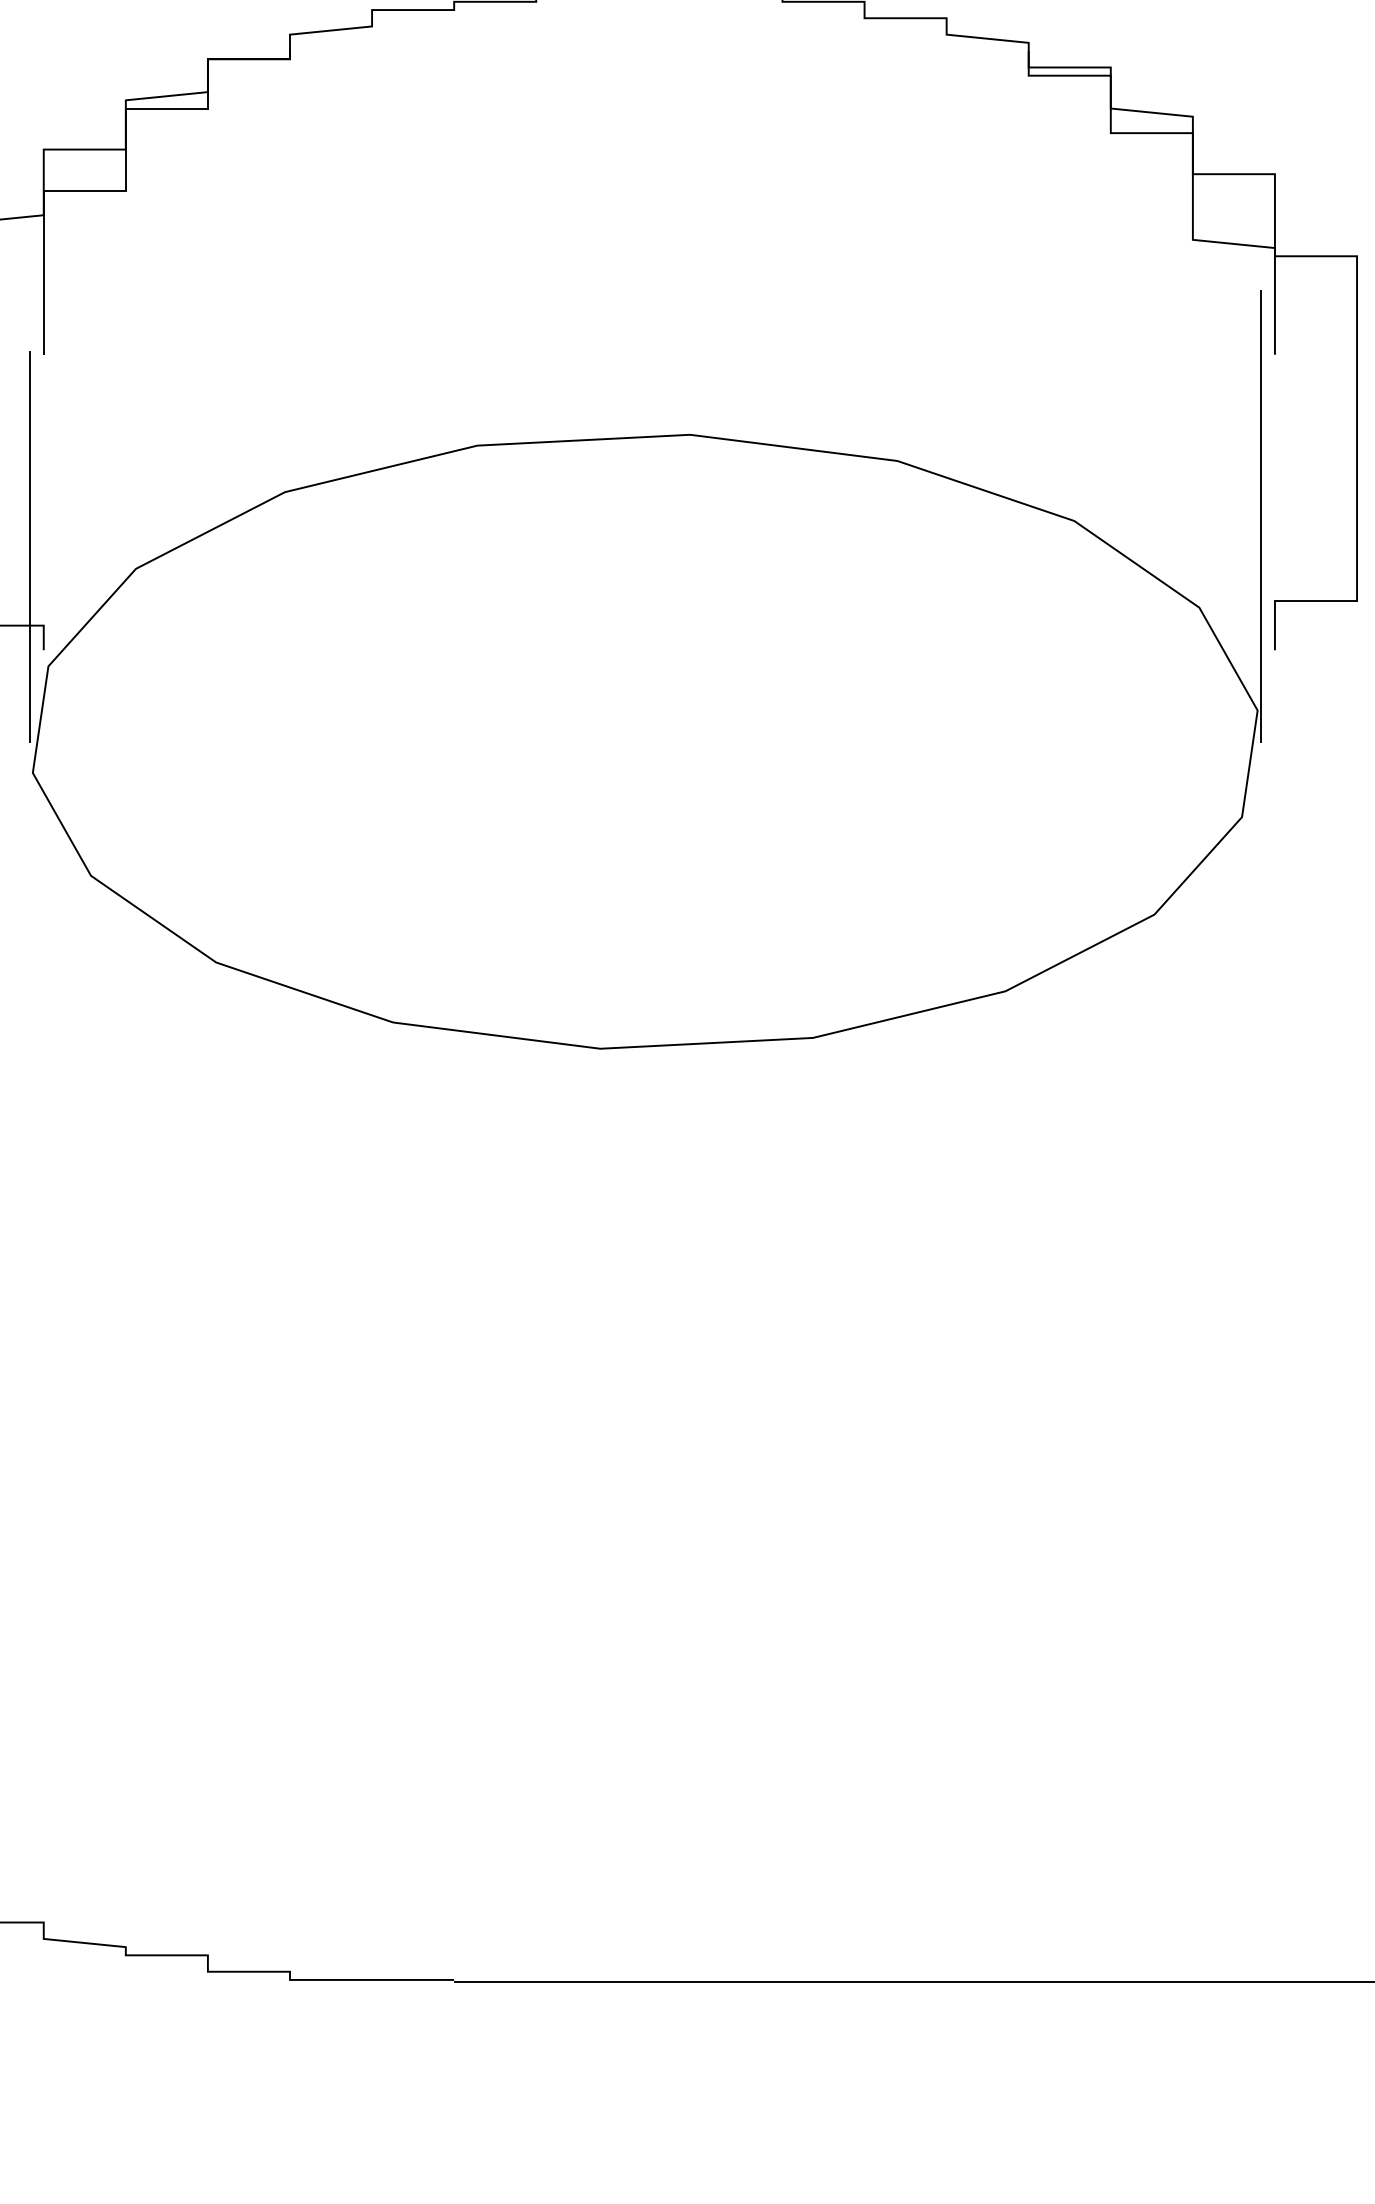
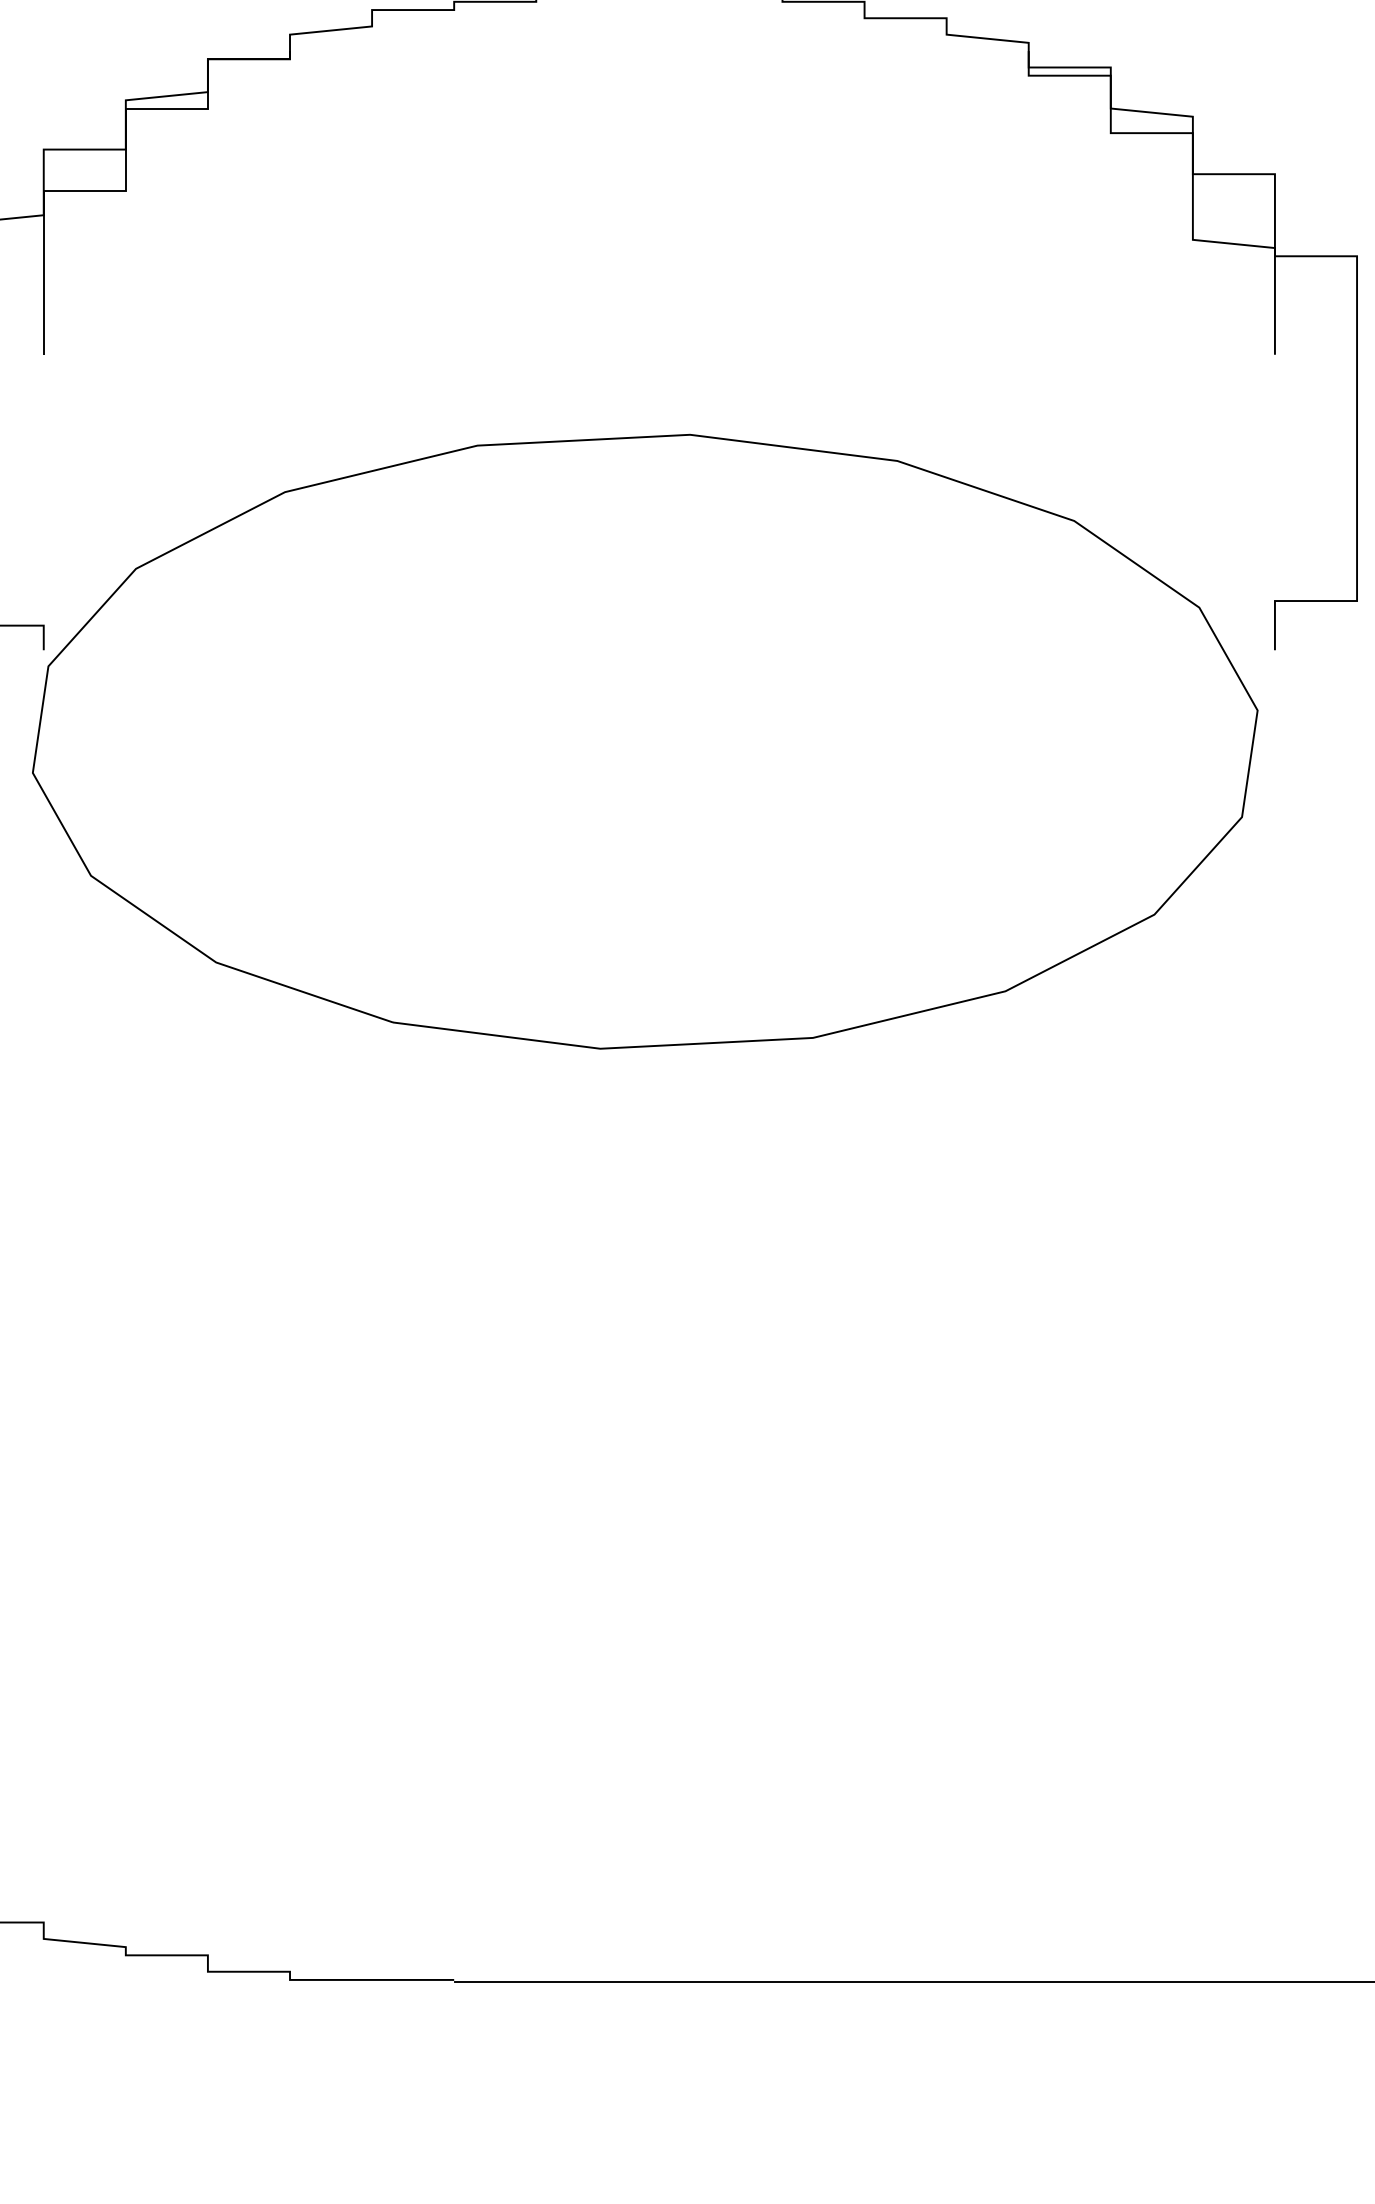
line at (1260, 516): present -> none
line at (29, 546): present -> none
